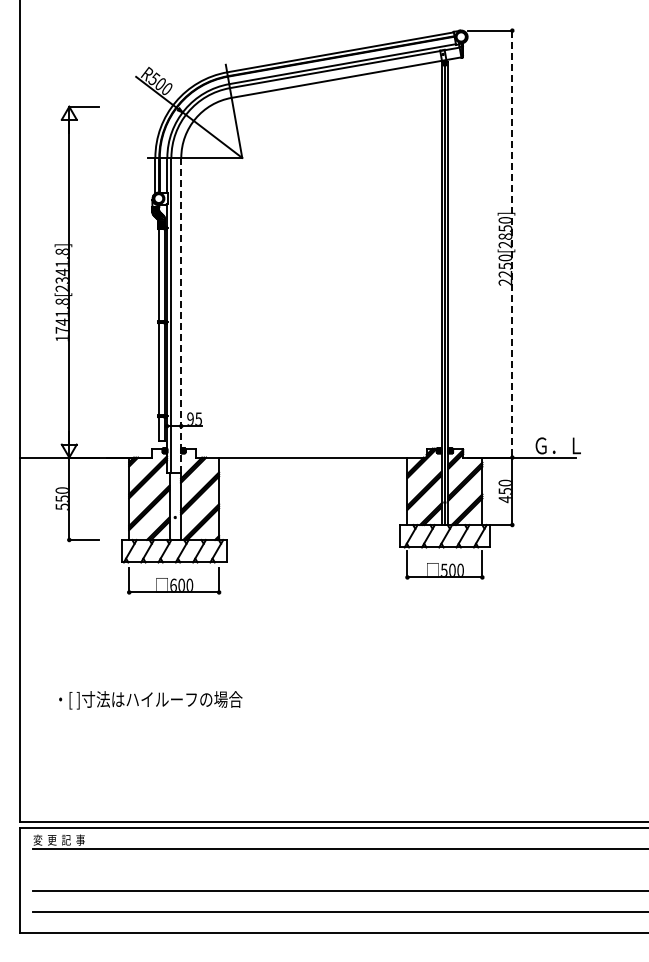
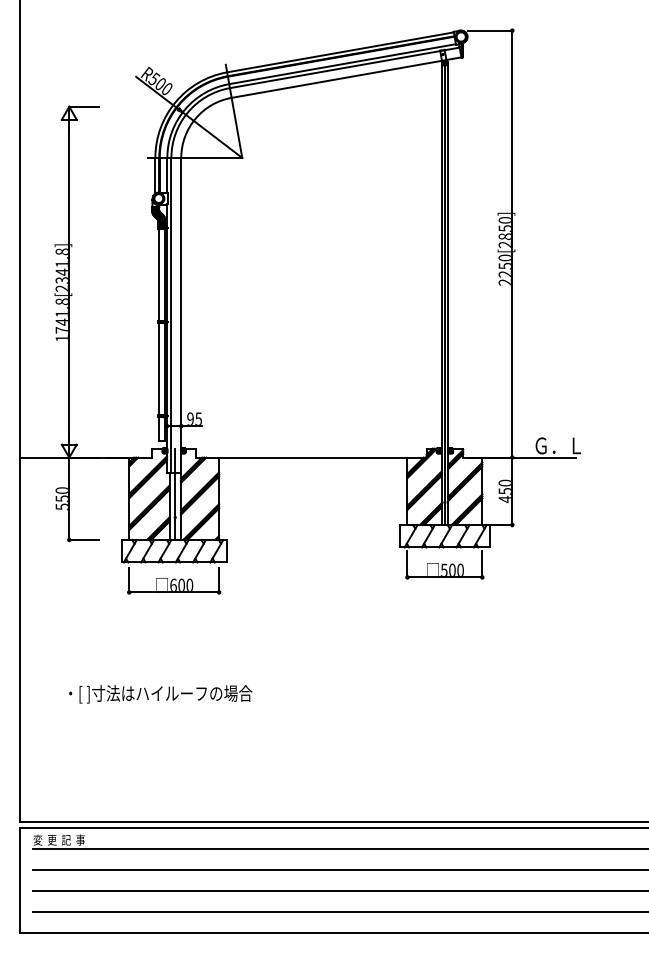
line at (512, 244): dashed -> solid
line at (181, 315): dashed -> solid
line at (175, 493): none -> present
text at (150, 700) position: (150, 700) -> (160, 694)
line at (338, 870): none -> present
